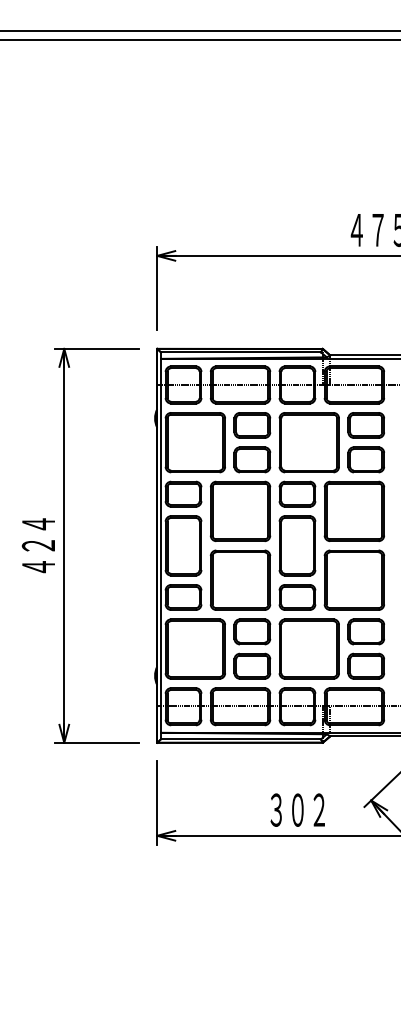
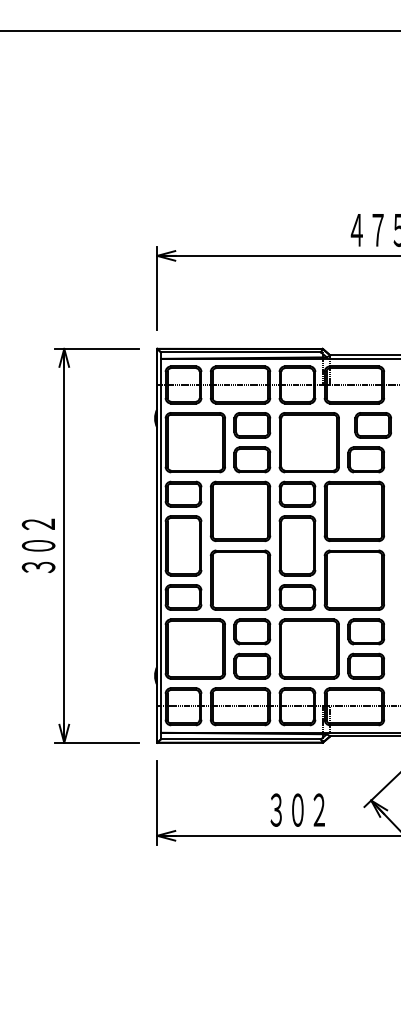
line at (199, 40): present -> none
part at (365, 425) position: (365, 425) -> (372, 425)
text at (38, 545): ４２４ -> ３０２
